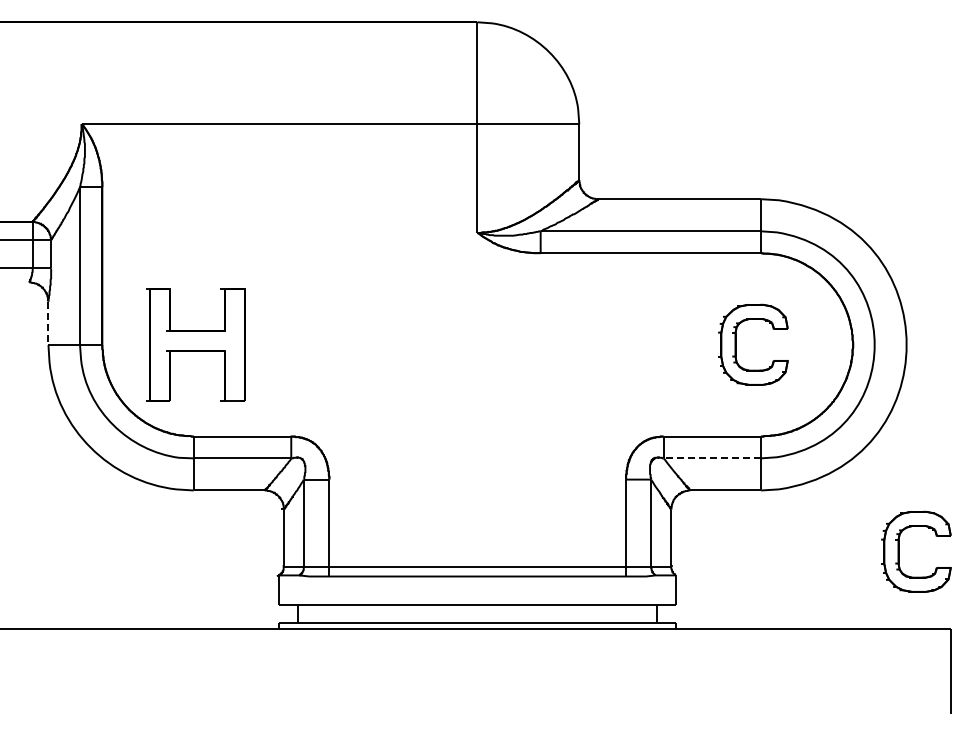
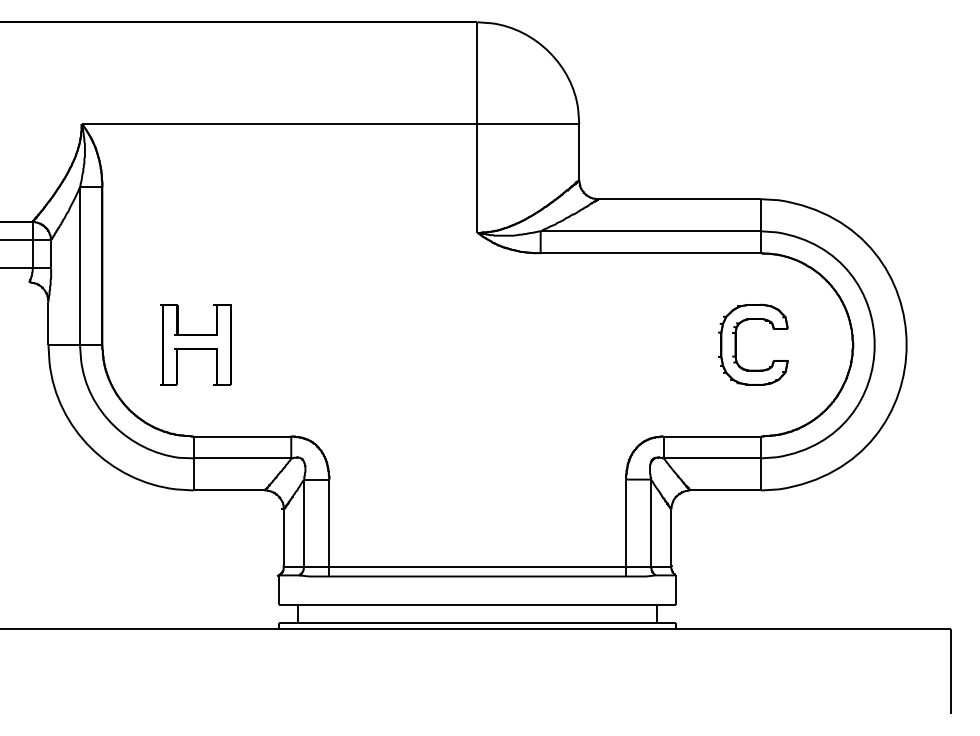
line at (48, 323): dashed -> solid
part at (195, 344) size: 100x114 px -> 72x82 px
line at (712, 458): dashed -> solid
part at (899, 551): present -> none
